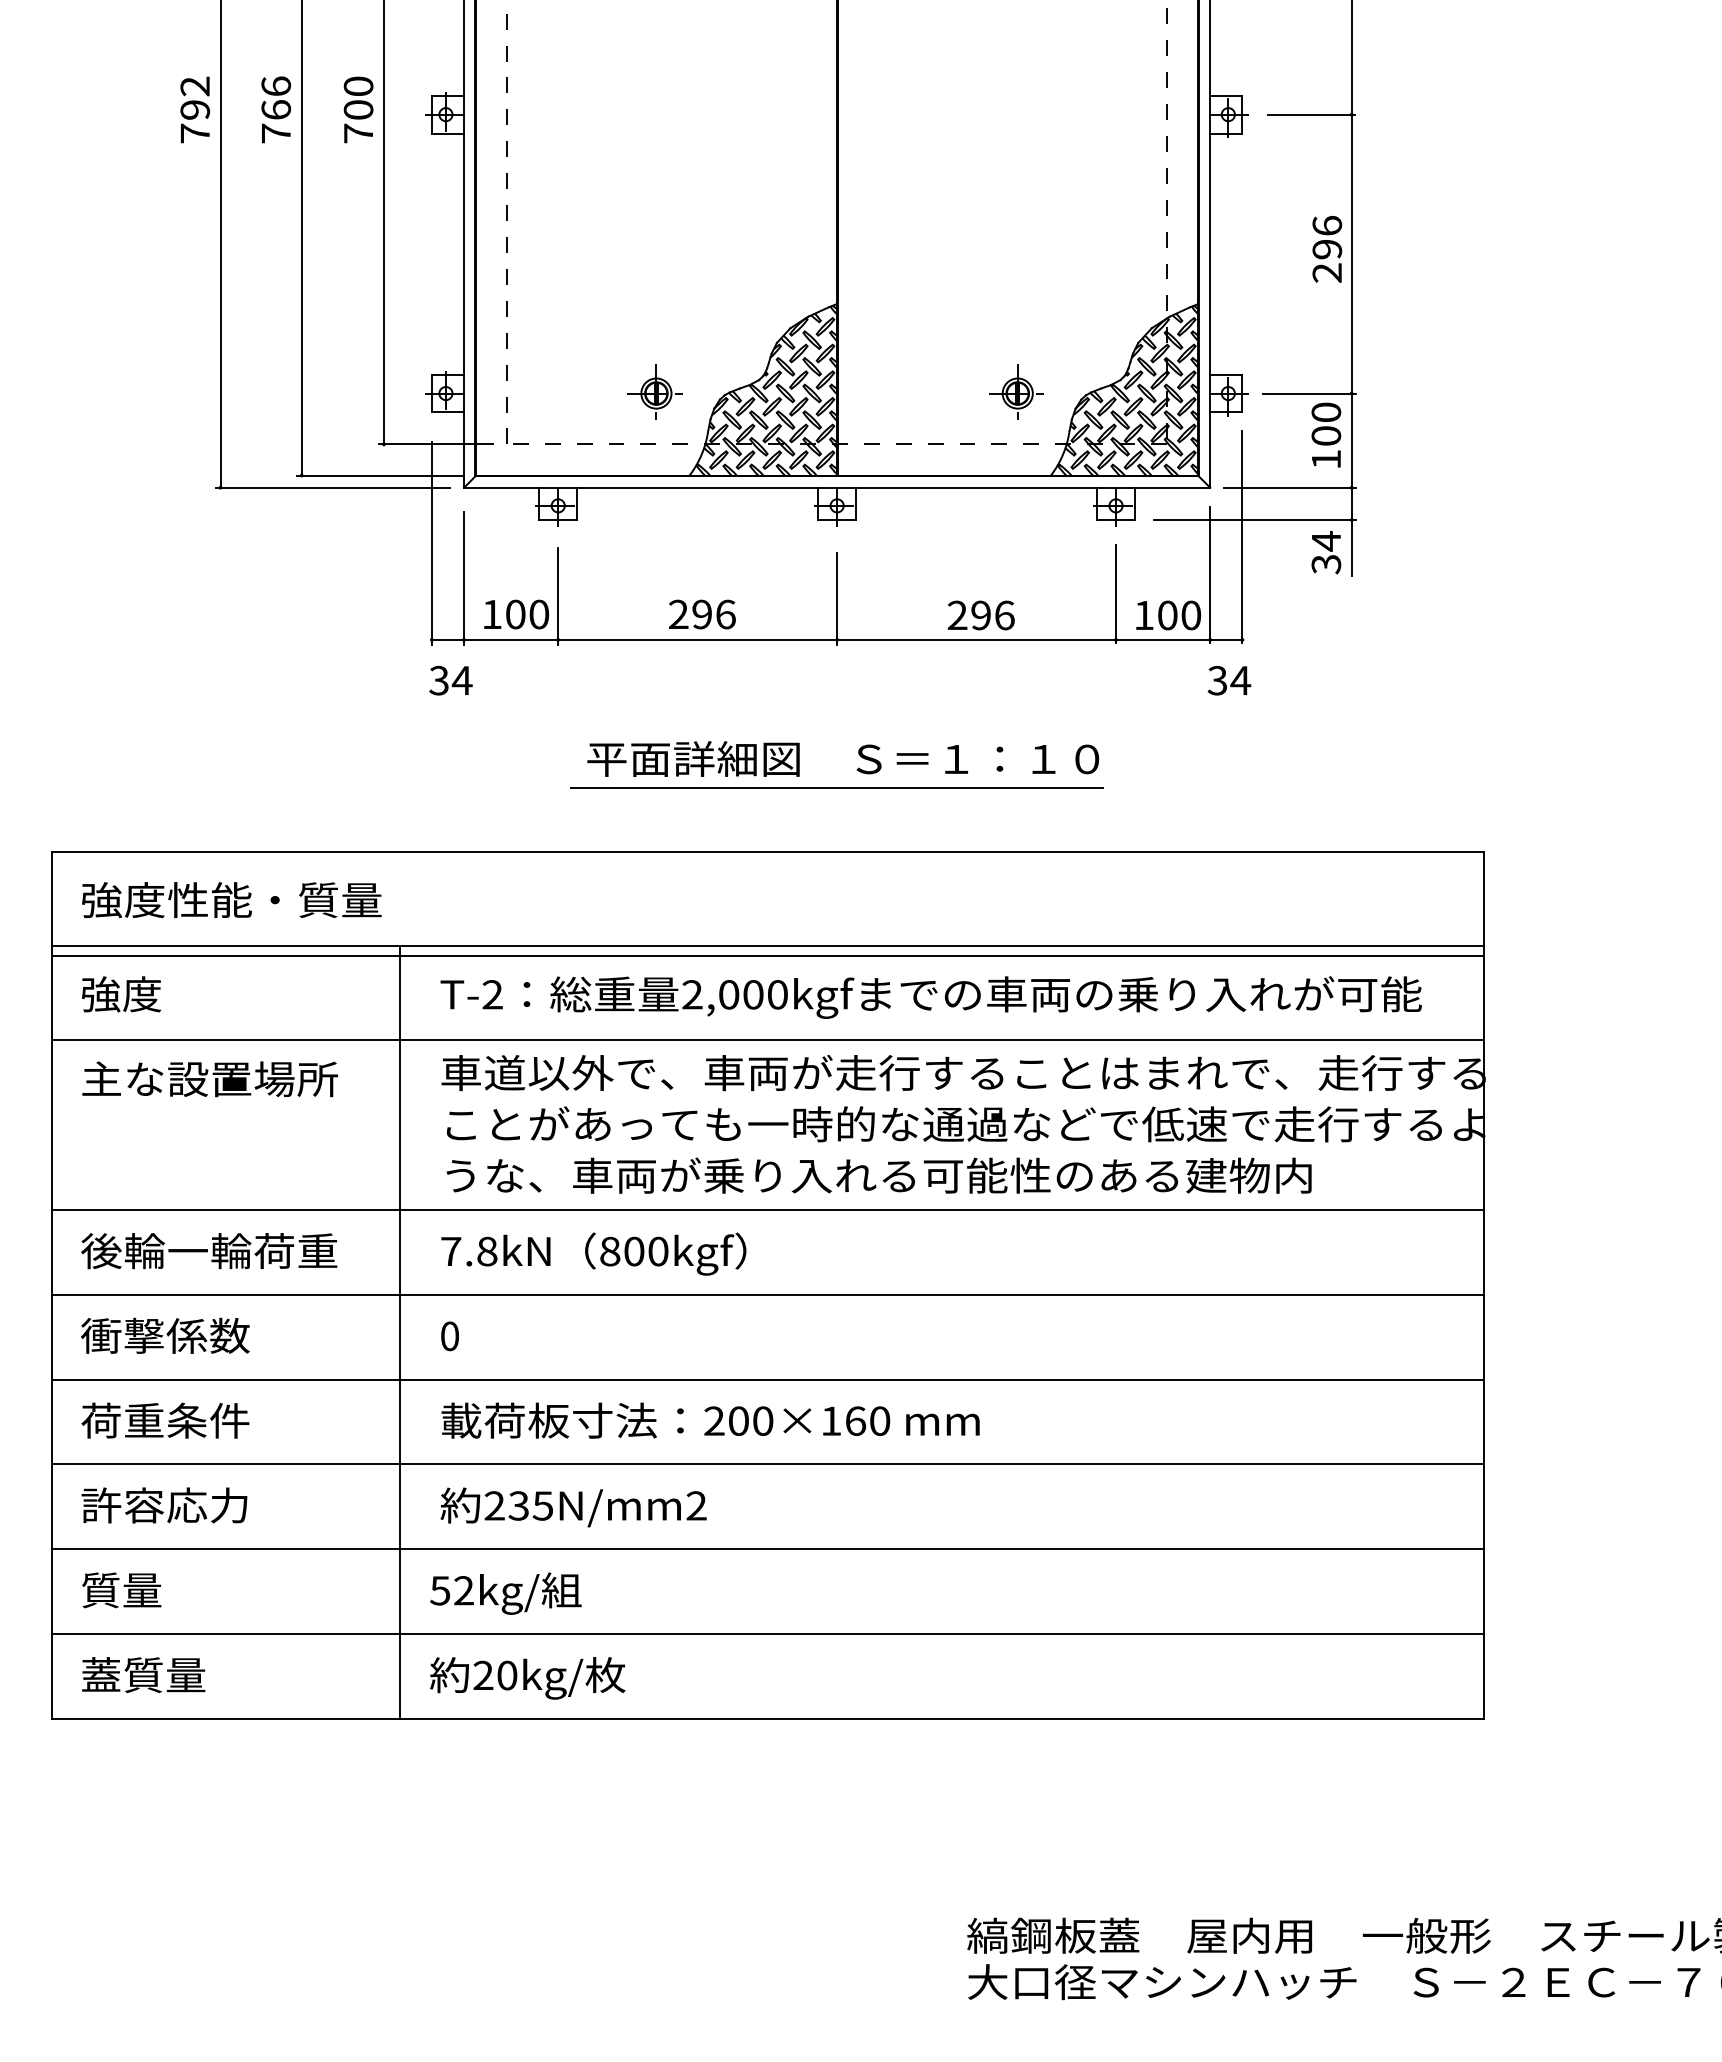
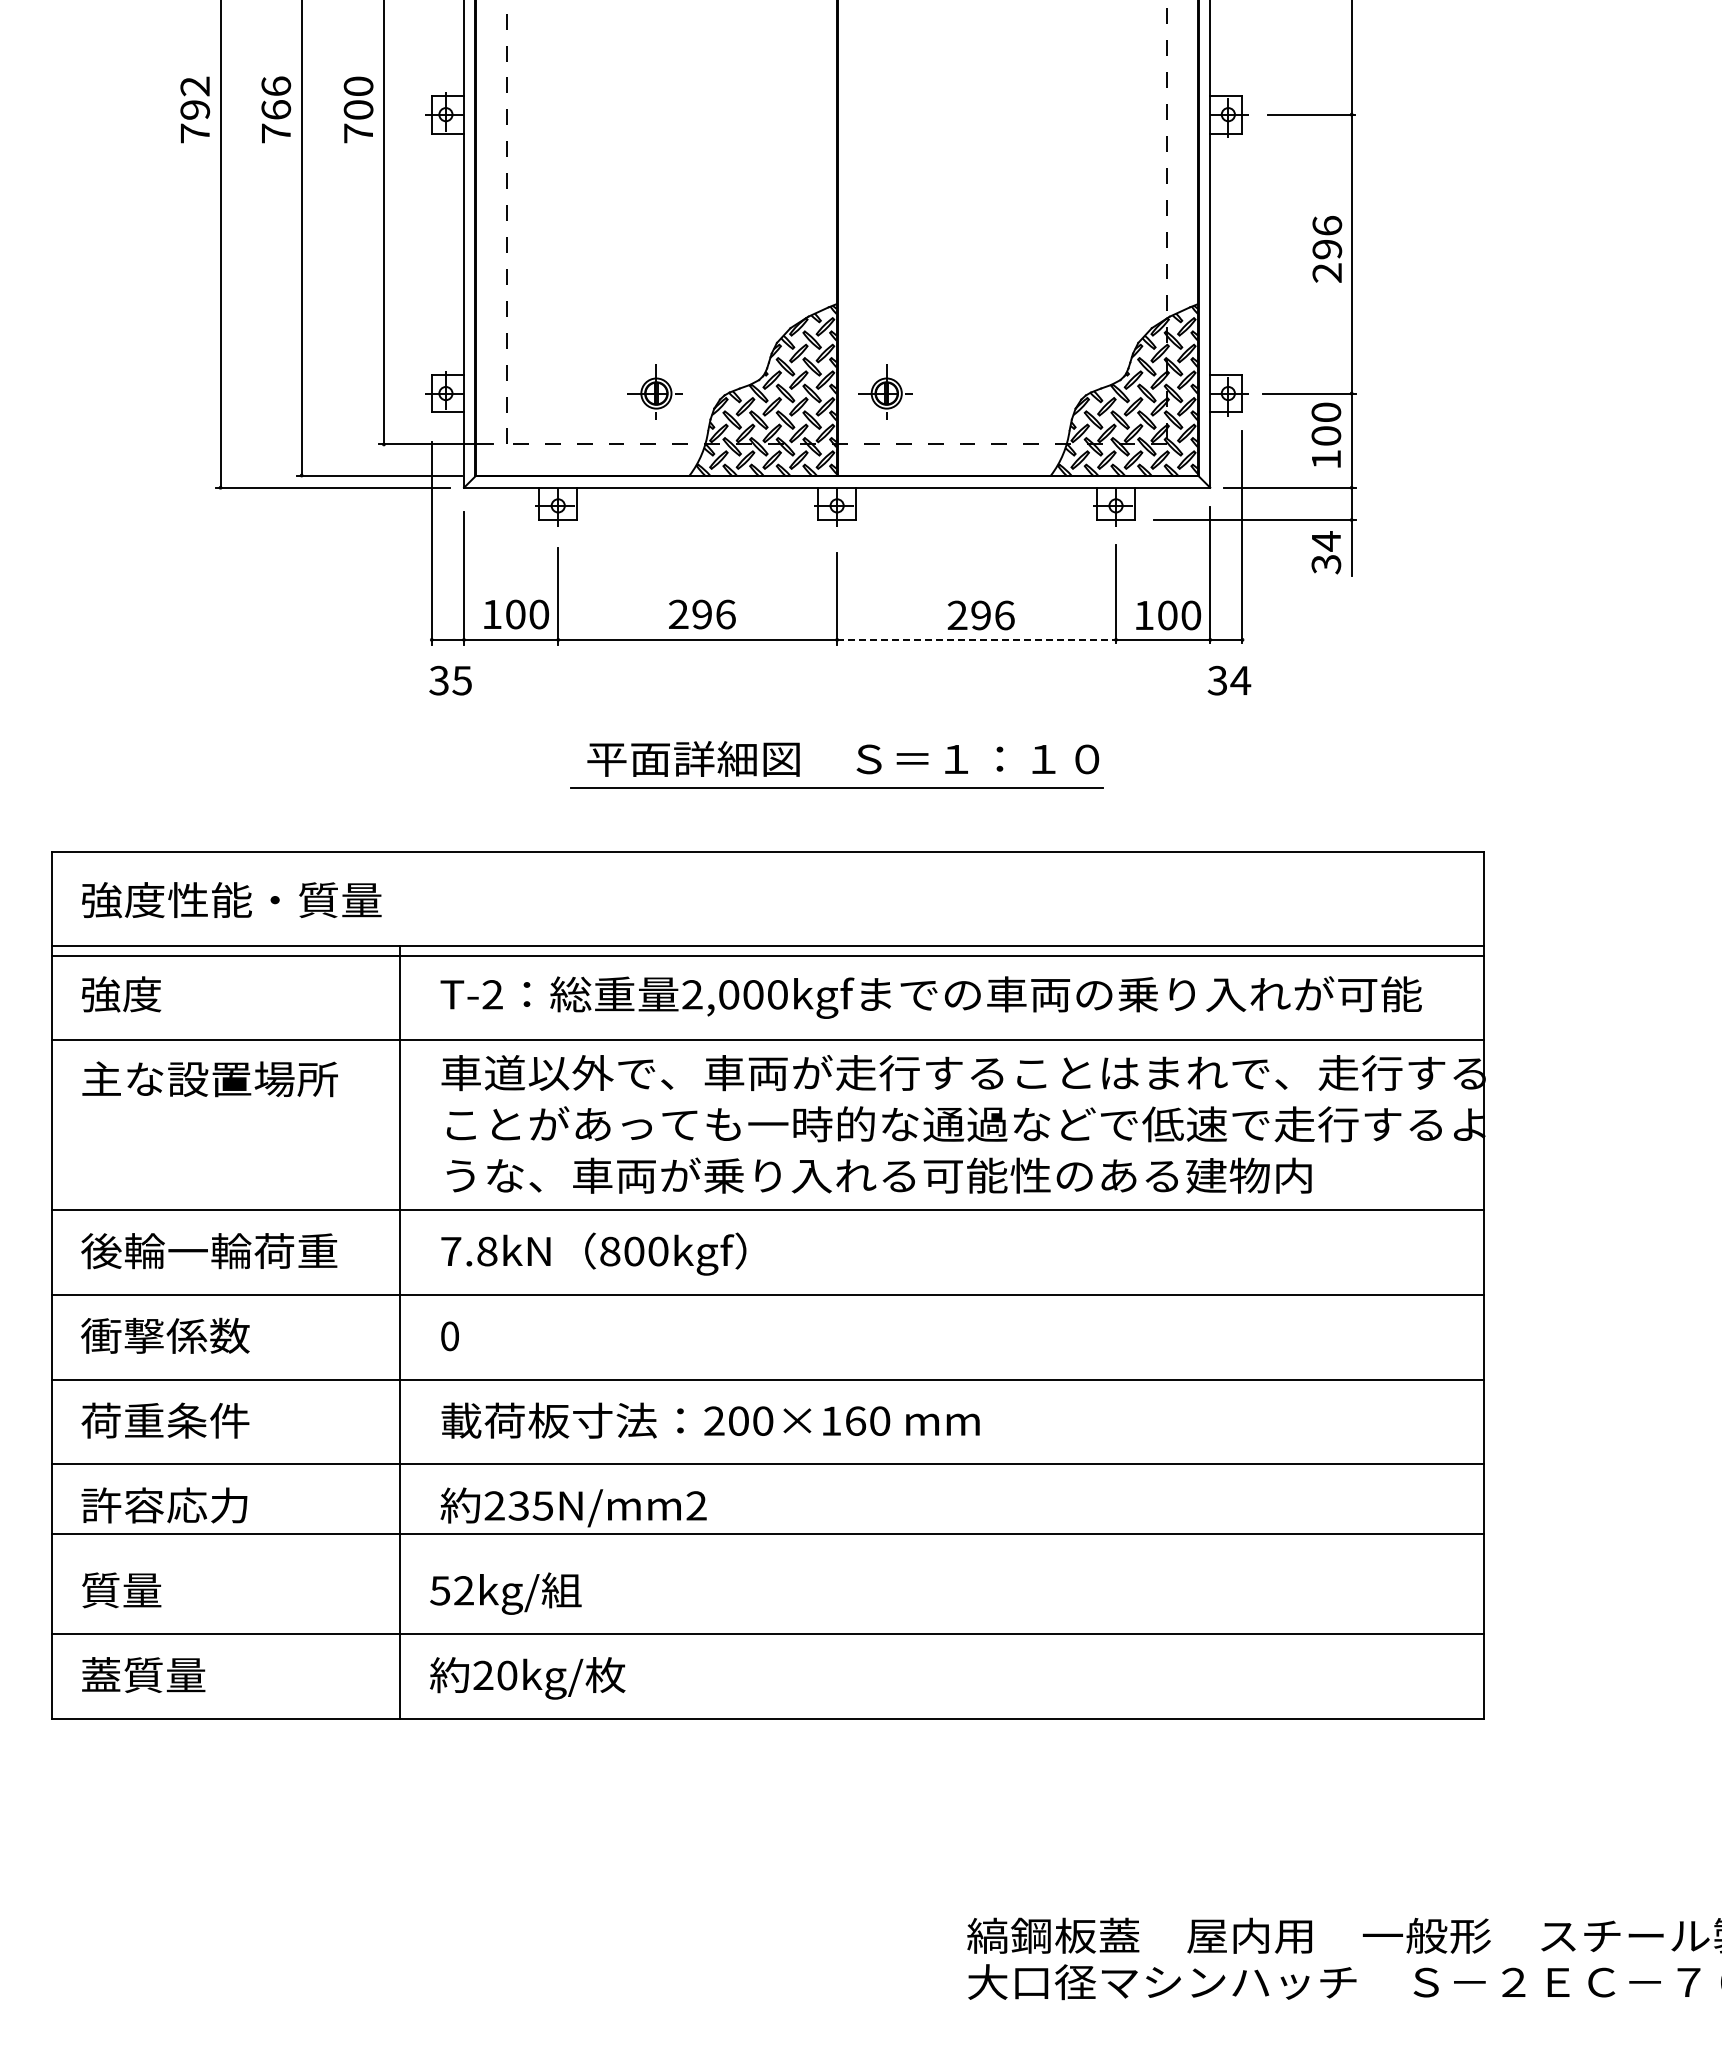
part at (1016, 391) position: (1016, 391) -> (885, 391)
line at (977, 639): solid -> dashed
text at (461, 680): 34 -> 35
line at (767, 1549) position: (767, 1549) -> (767, 1534)
